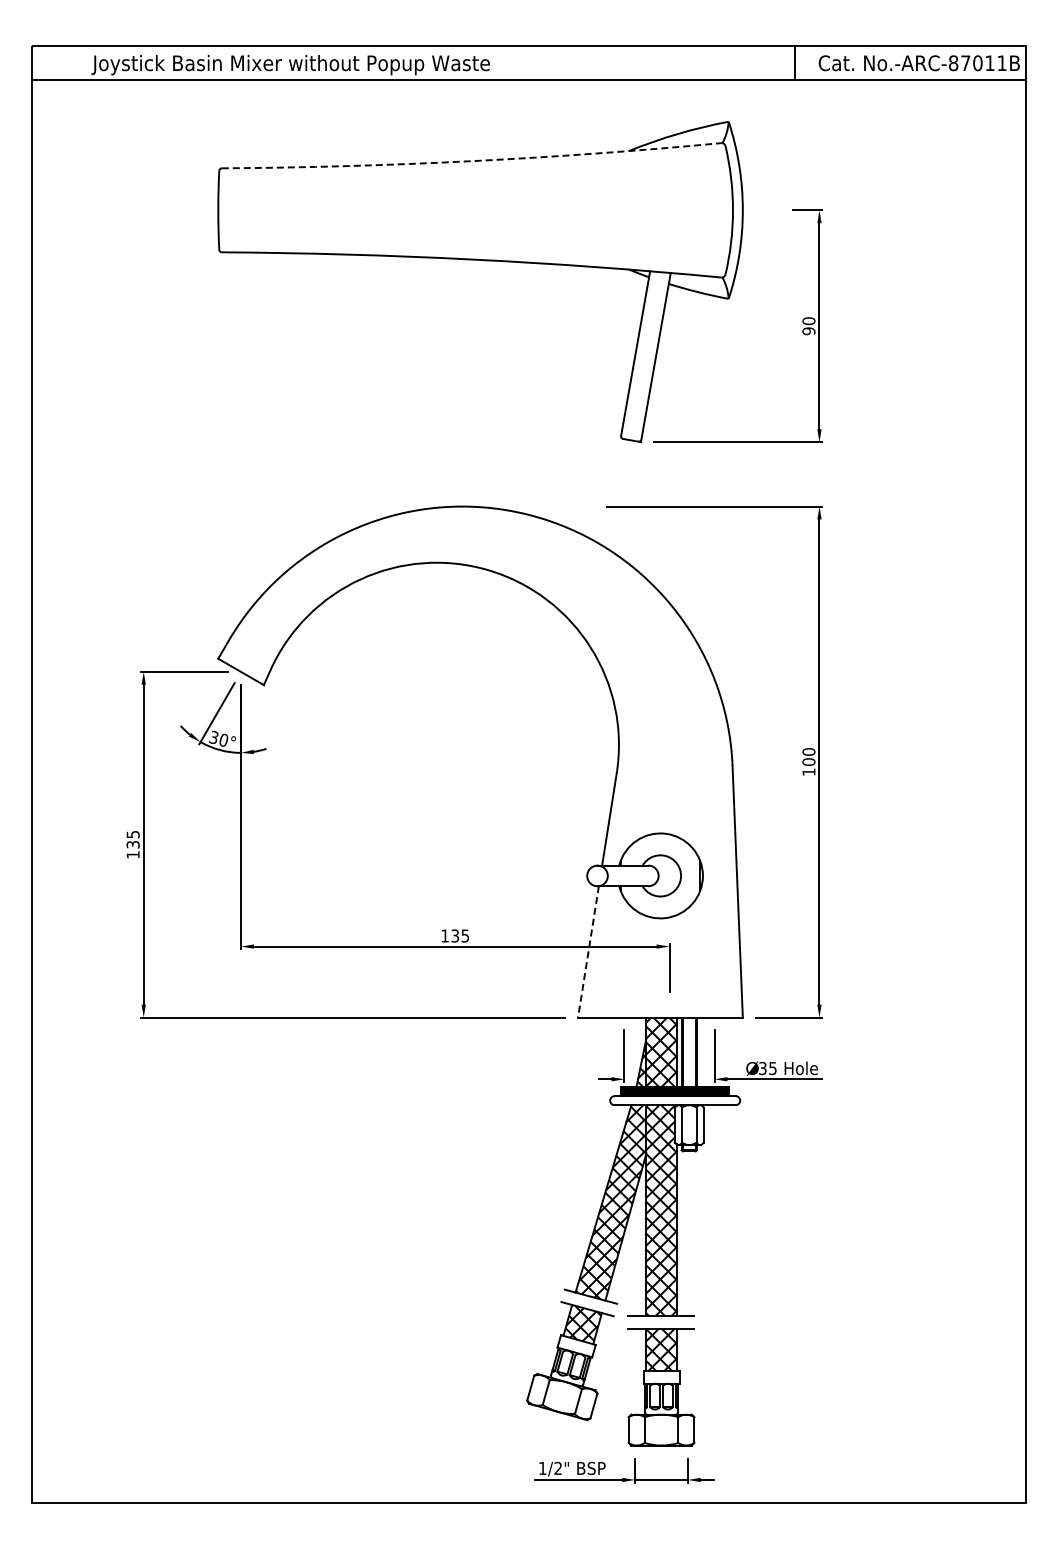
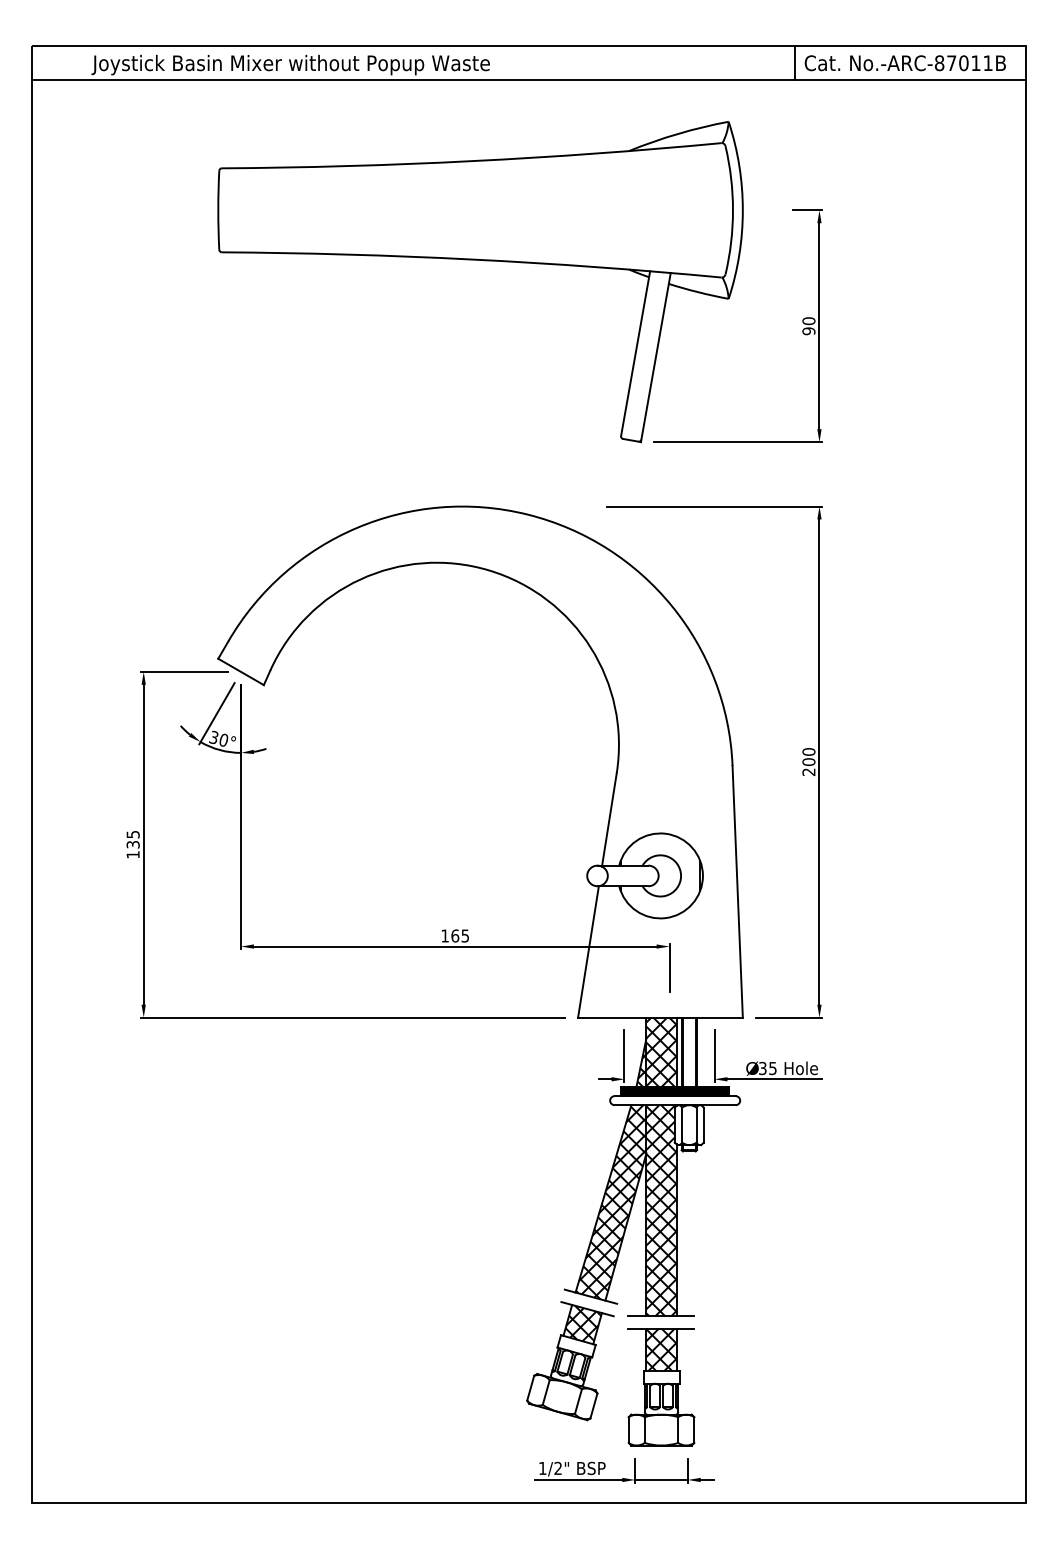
text at (918, 63) position: (918, 63) -> (904, 63)
arc at (471, 161): dashed -> solid
text at (808, 771): 100 -> 200
text at (455, 935): 135 -> 165
line at (588, 951): dashed -> solid
